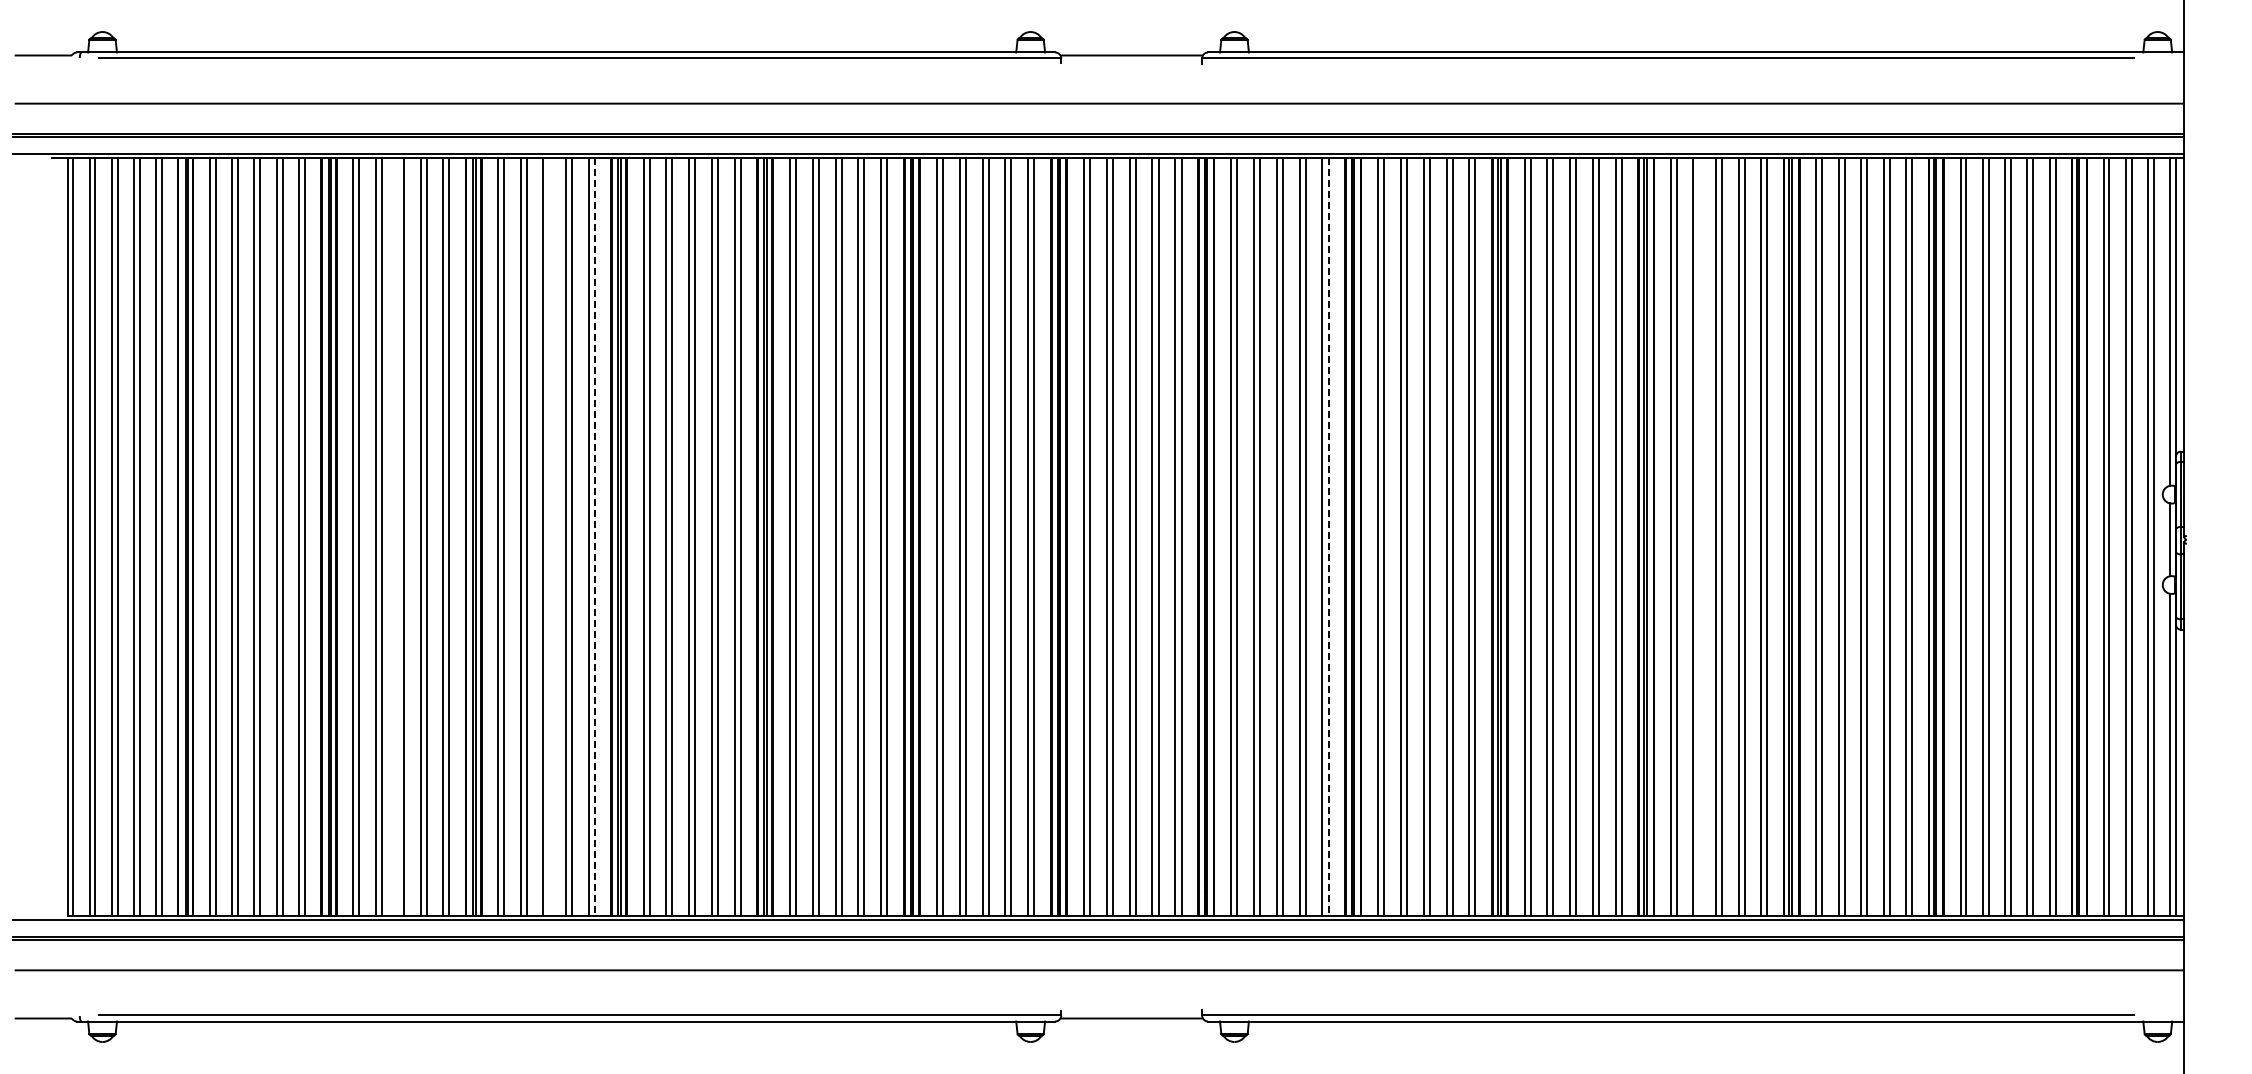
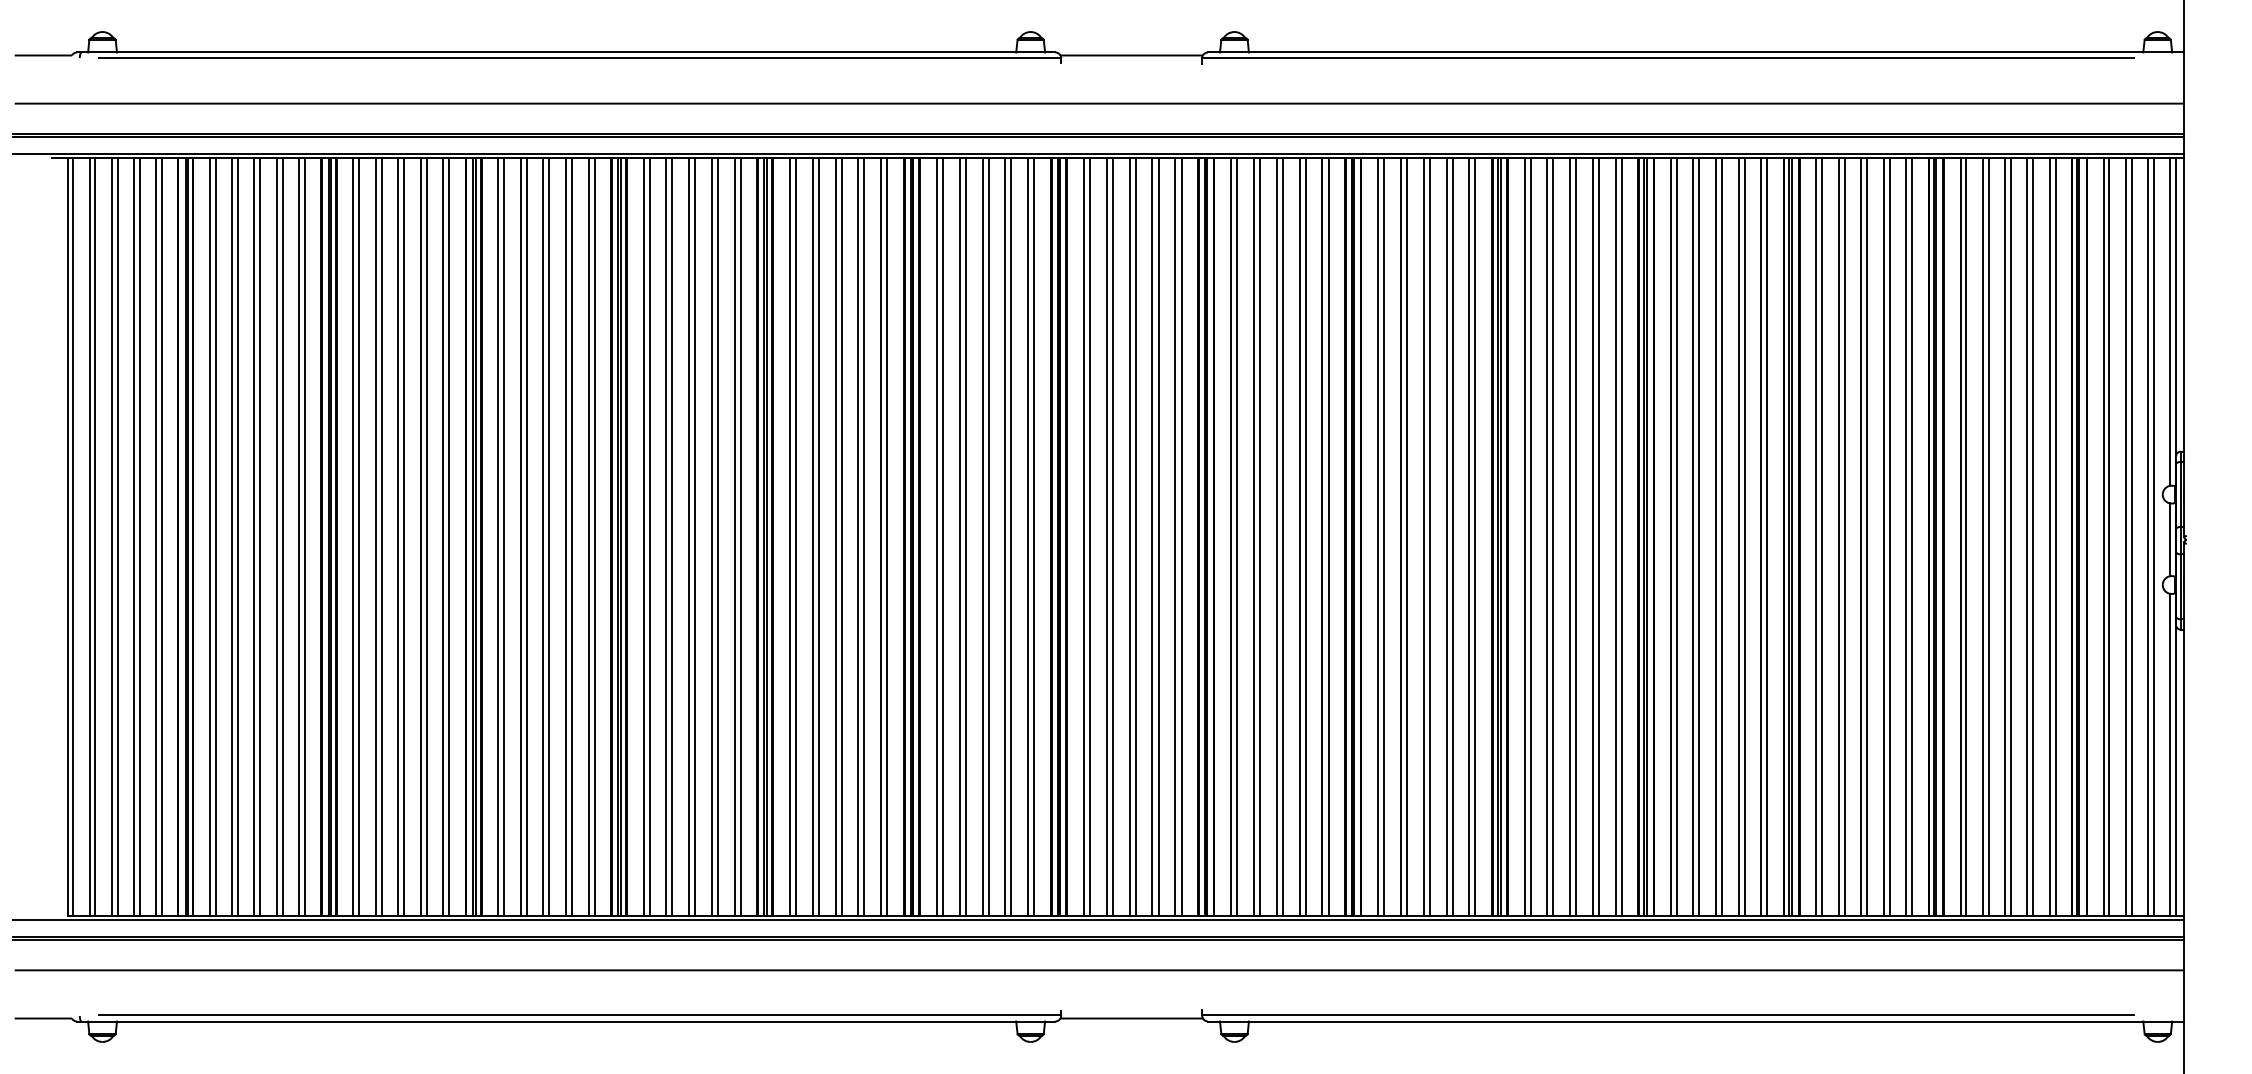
line at (398, 536): none -> present
line at (549, 536): none -> present
line at (1699, 536): none -> present
line at (594, 537): dashed -> solid
line at (1328, 537): dashed -> solid
